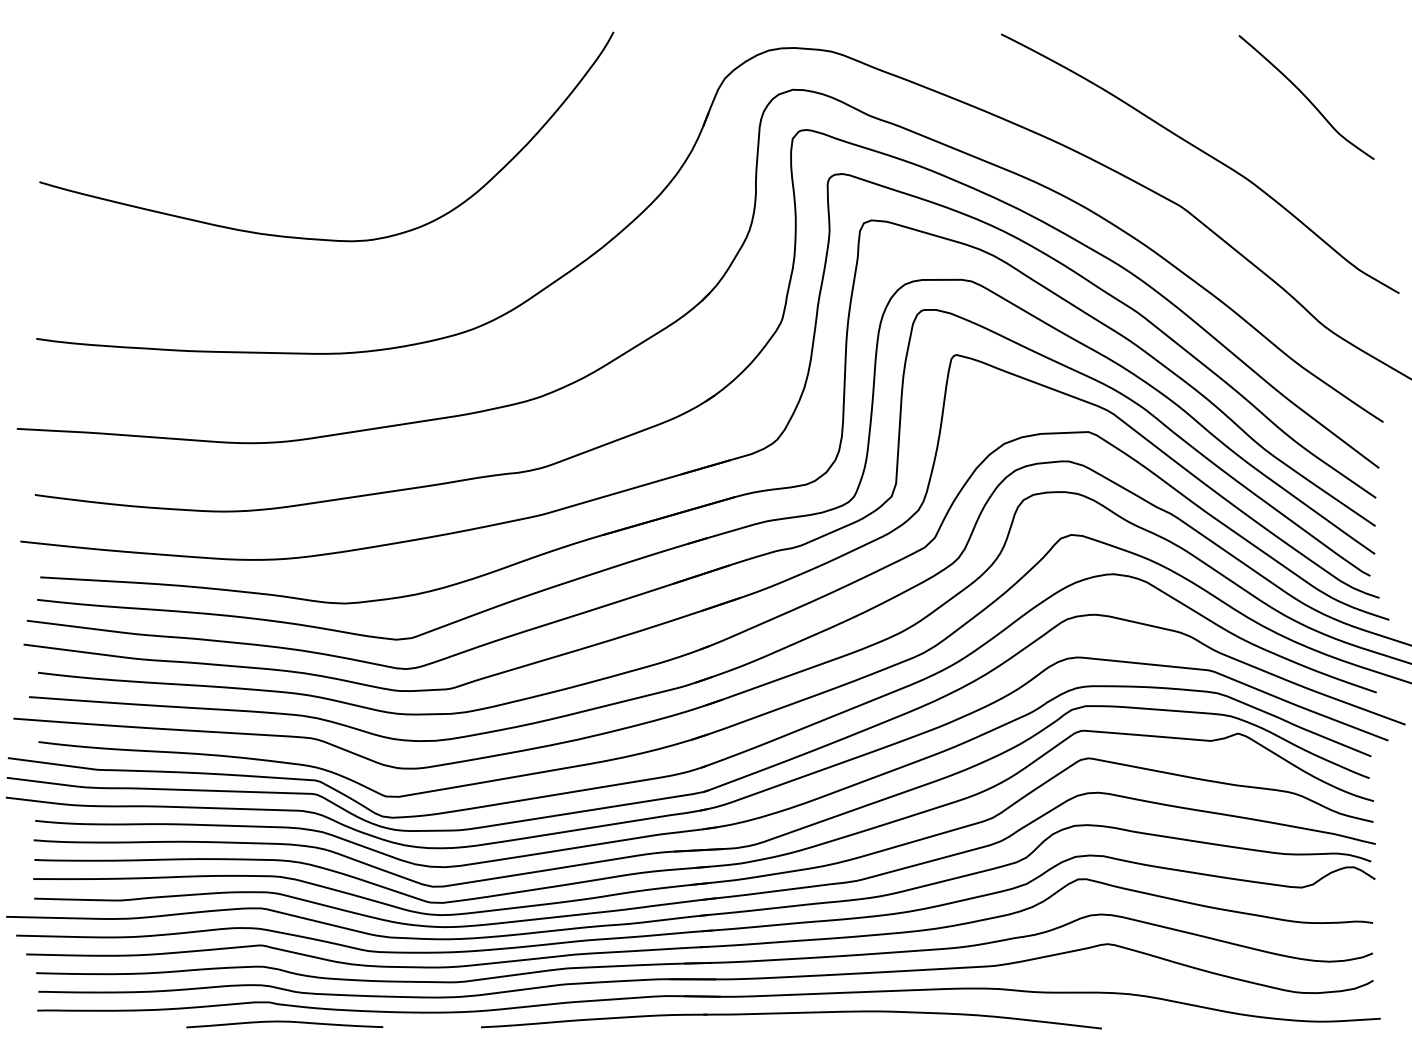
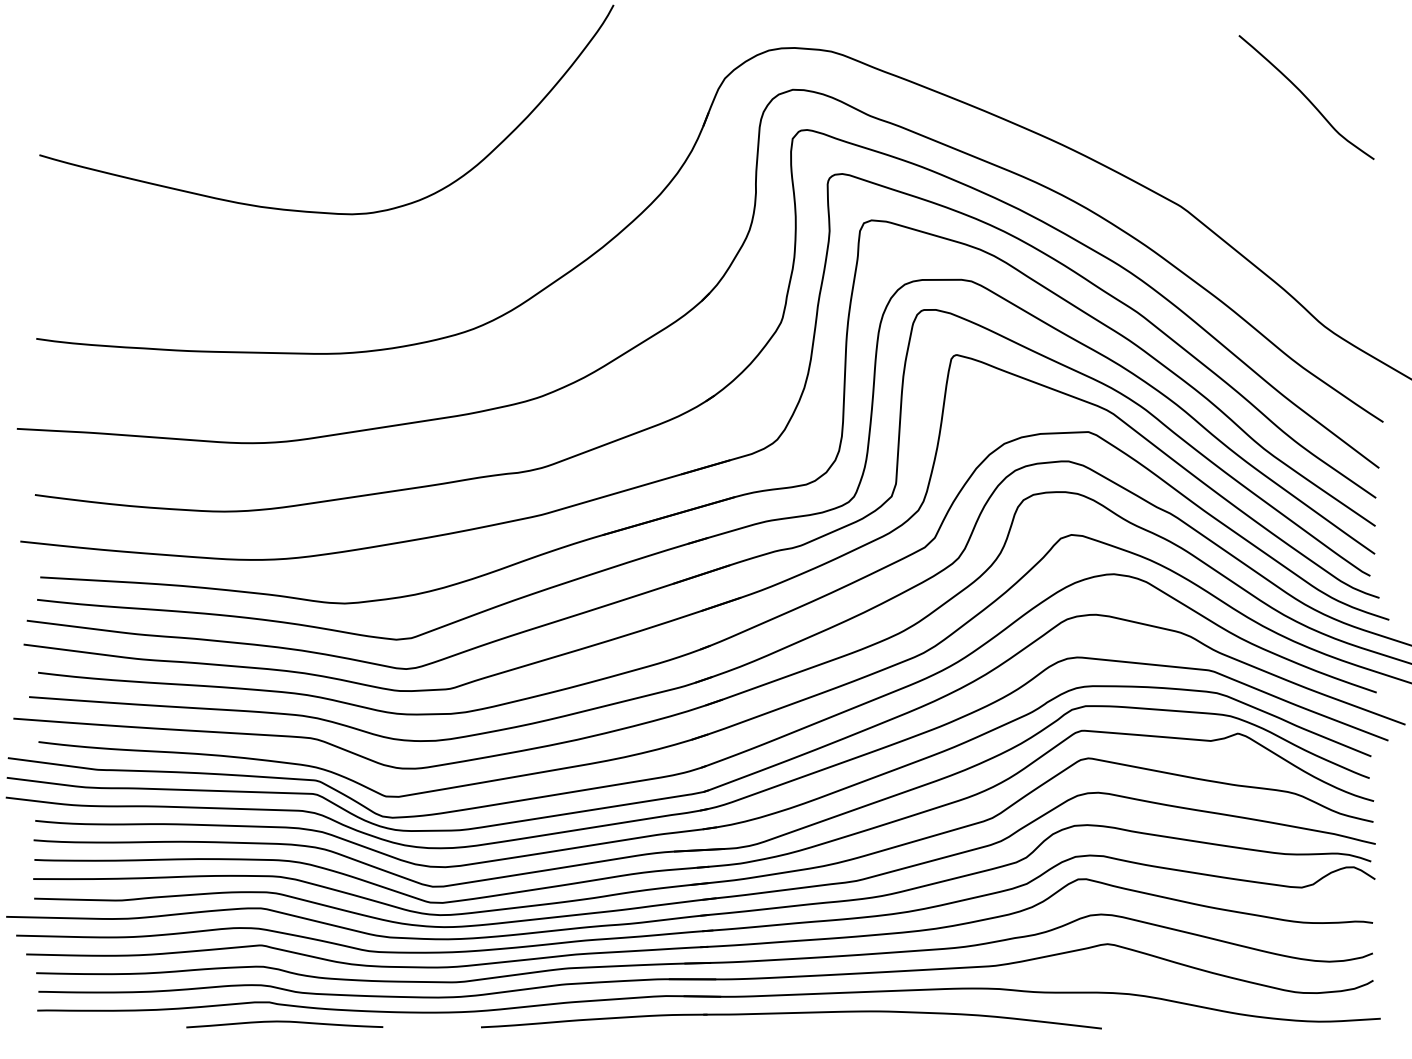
curve at (1205, 154): present -> none
curve at (321, 238) position: (321, 238) -> (321, 211)
